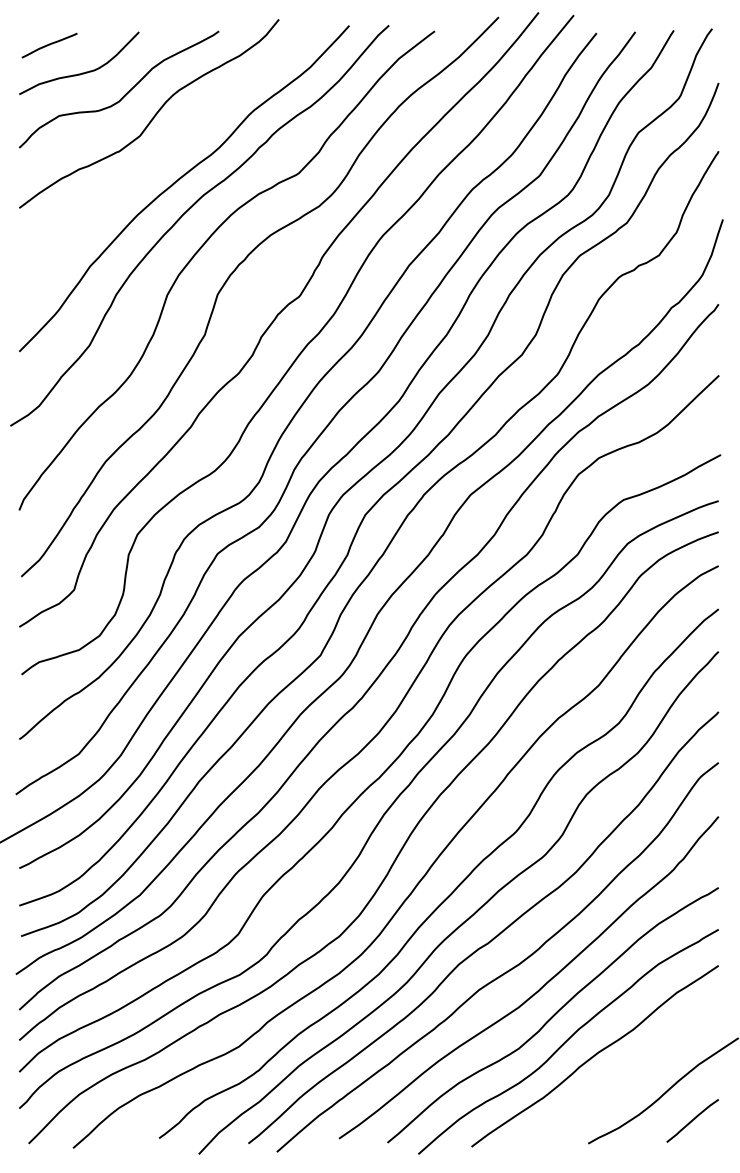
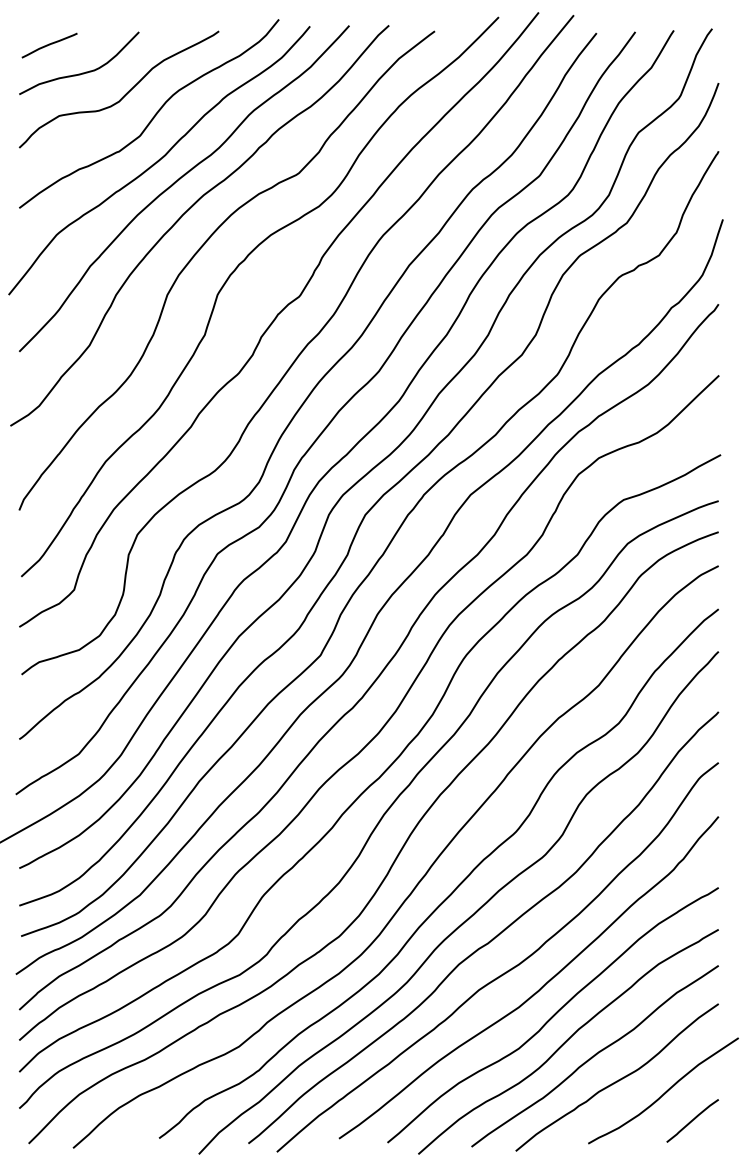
curve at (159, 160): none -> present
curve at (618, 1079): none -> present
